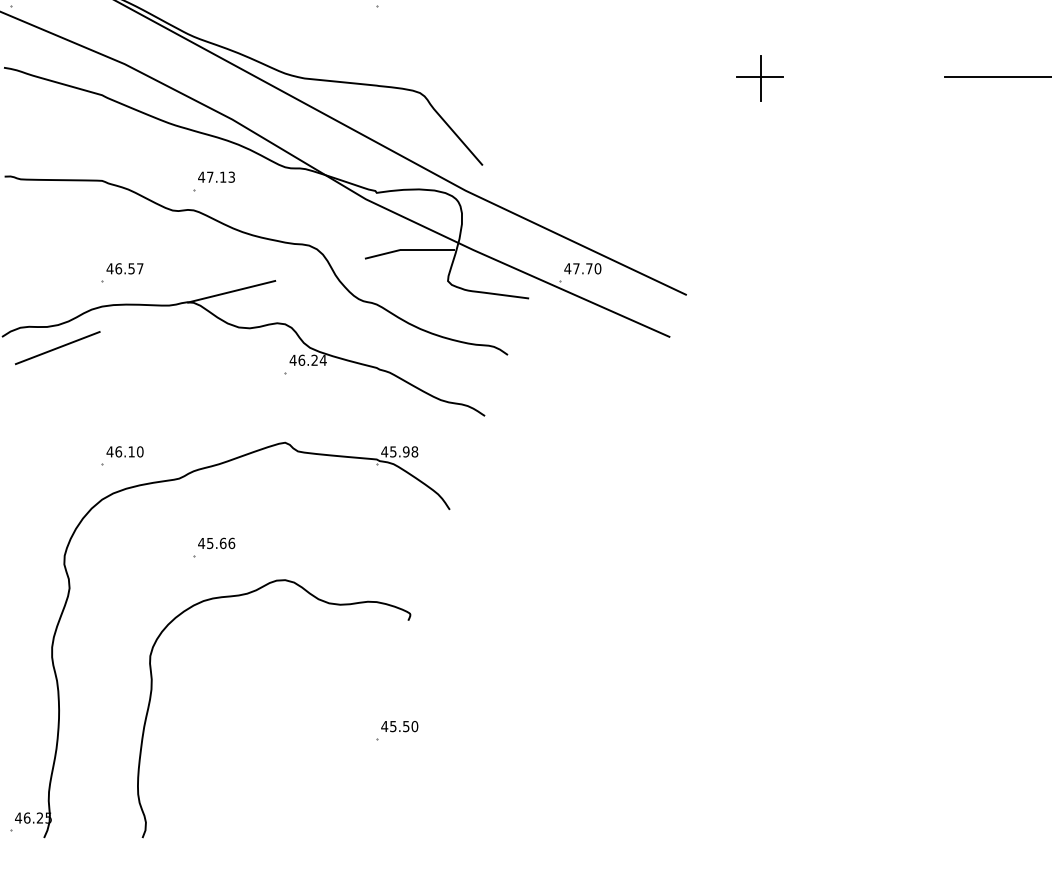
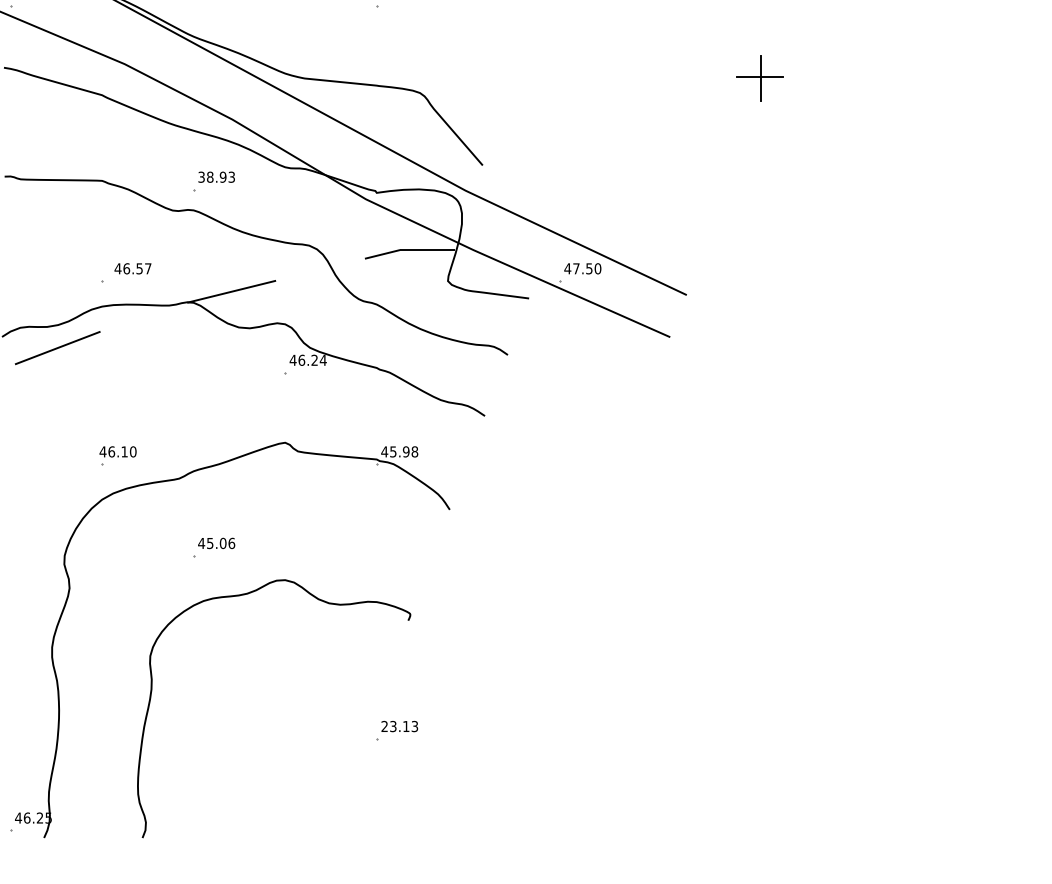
line at (996, 77): present -> none
text at (212, 176): 47.13 -> 38.93
text at (124, 268) position: (124, 268) -> (132, 268)
text at (589, 268): 47.70 -> 47.50
text at (124, 451) position: (124, 451) -> (117, 451)
text at (223, 542): 45.66 -> 45.06
text at (399, 726): 45.50 -> 23.13
